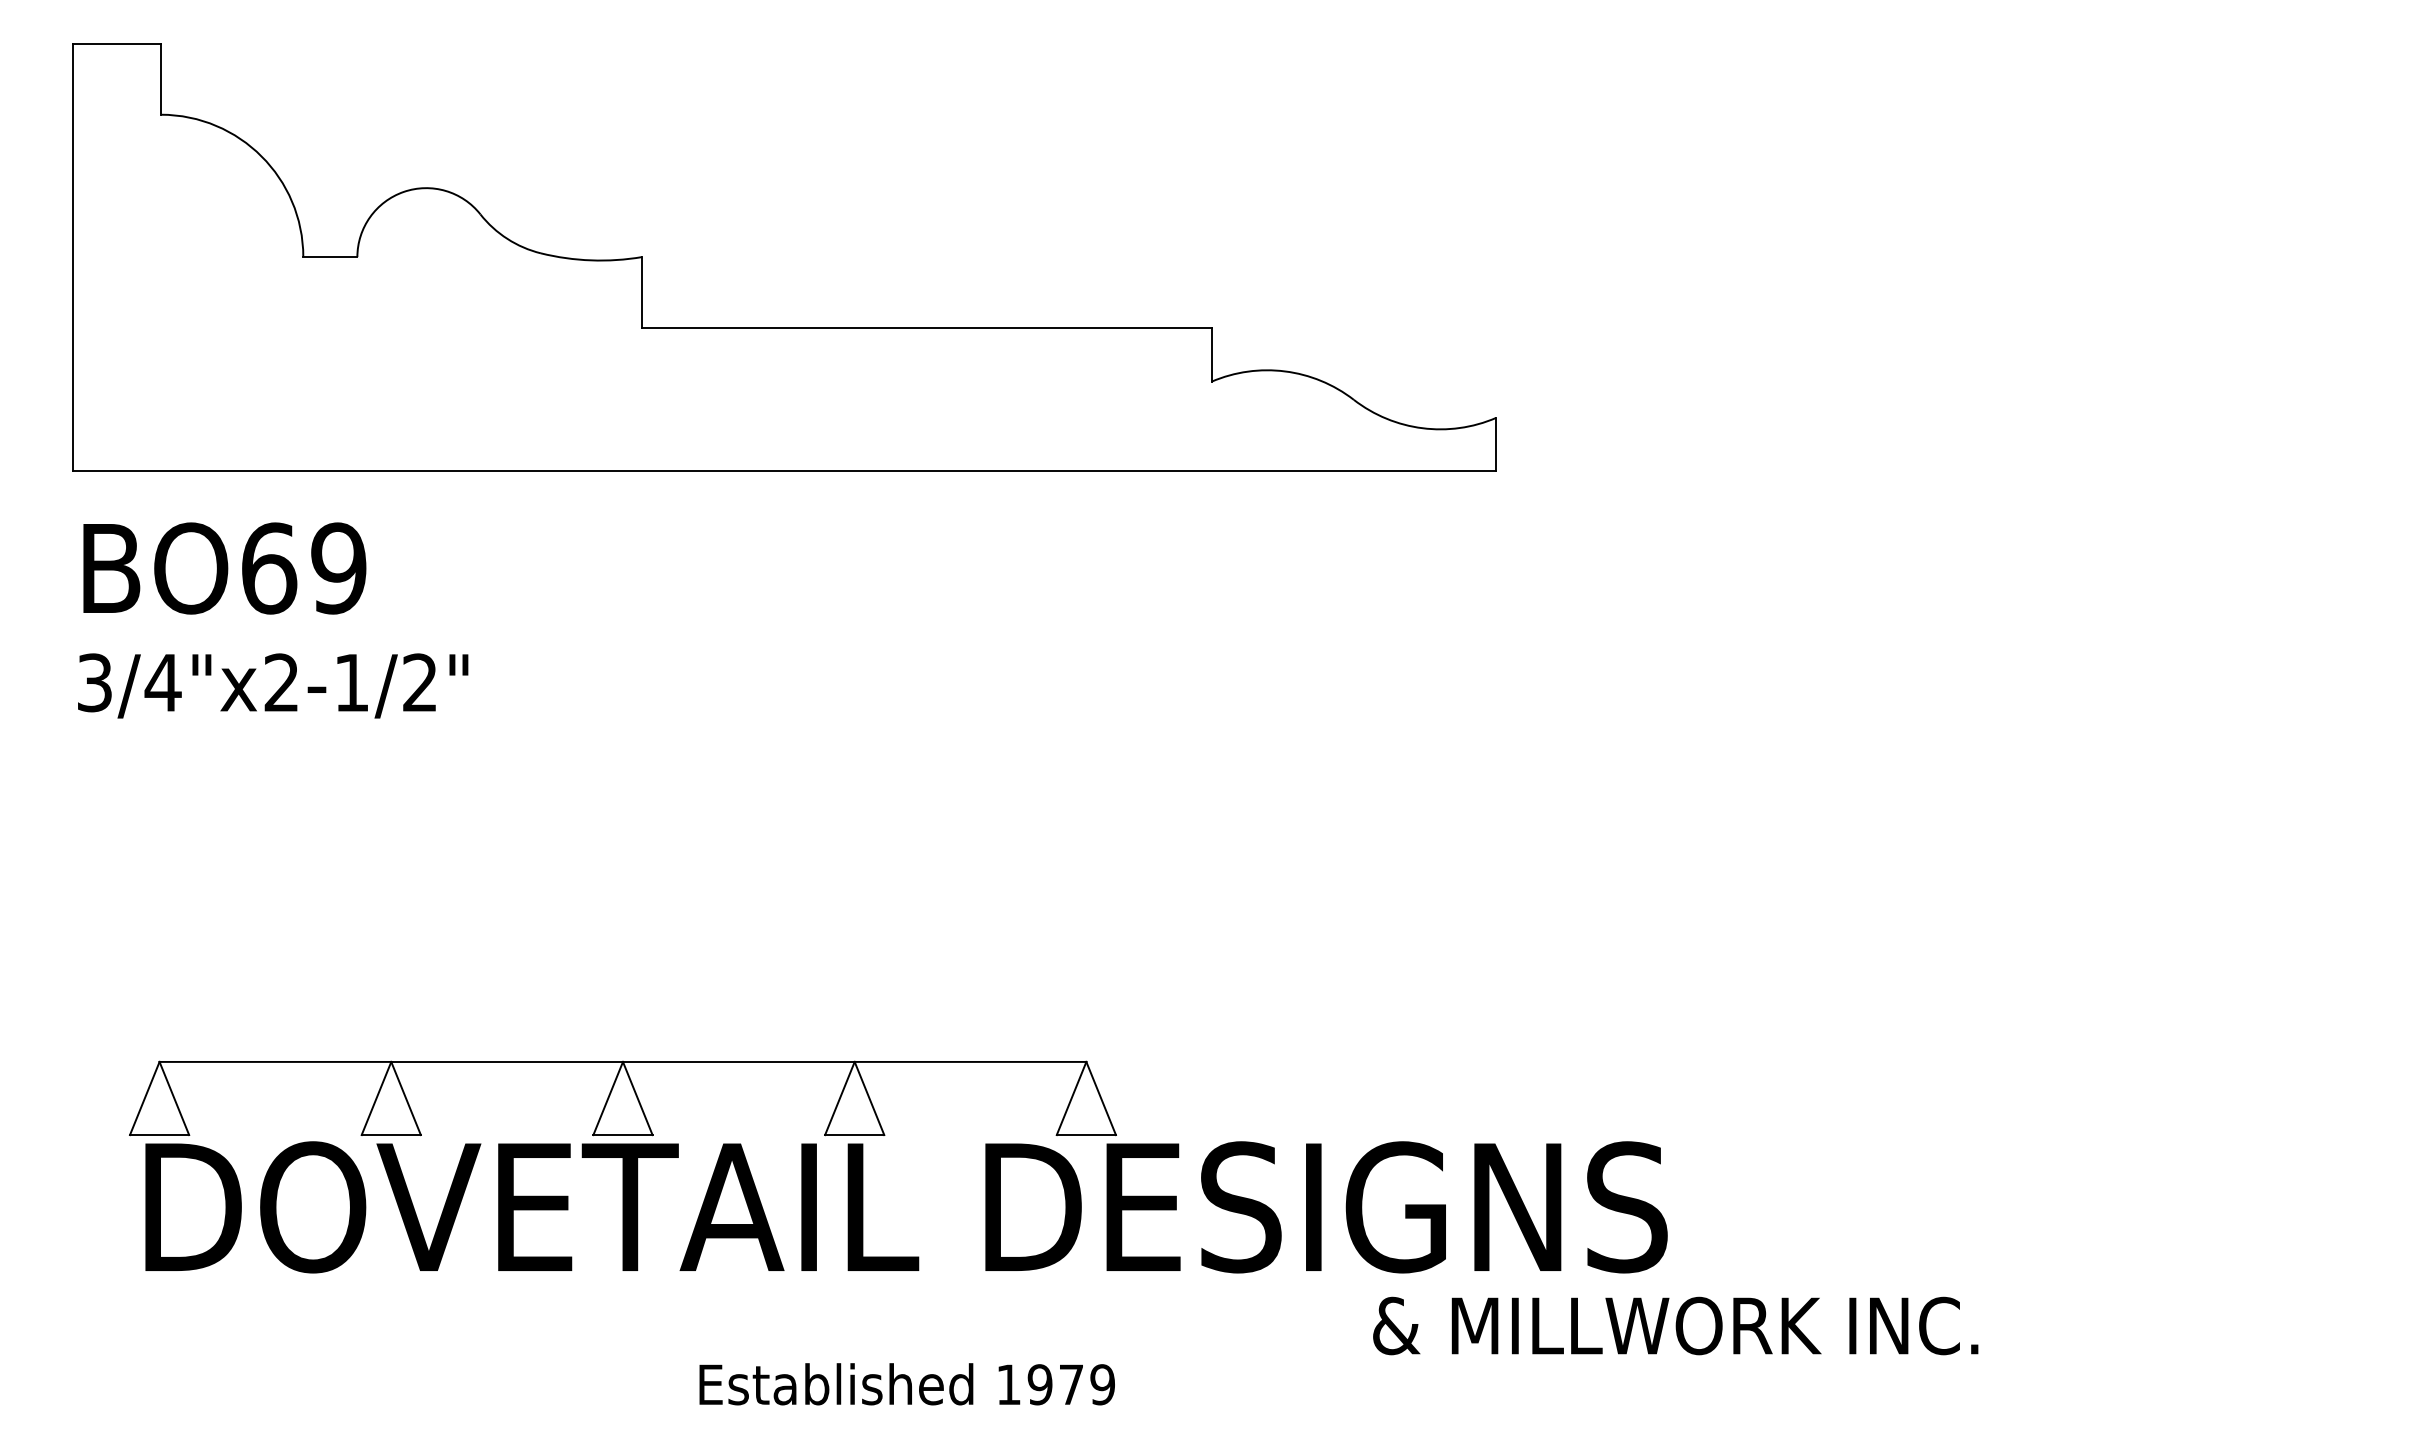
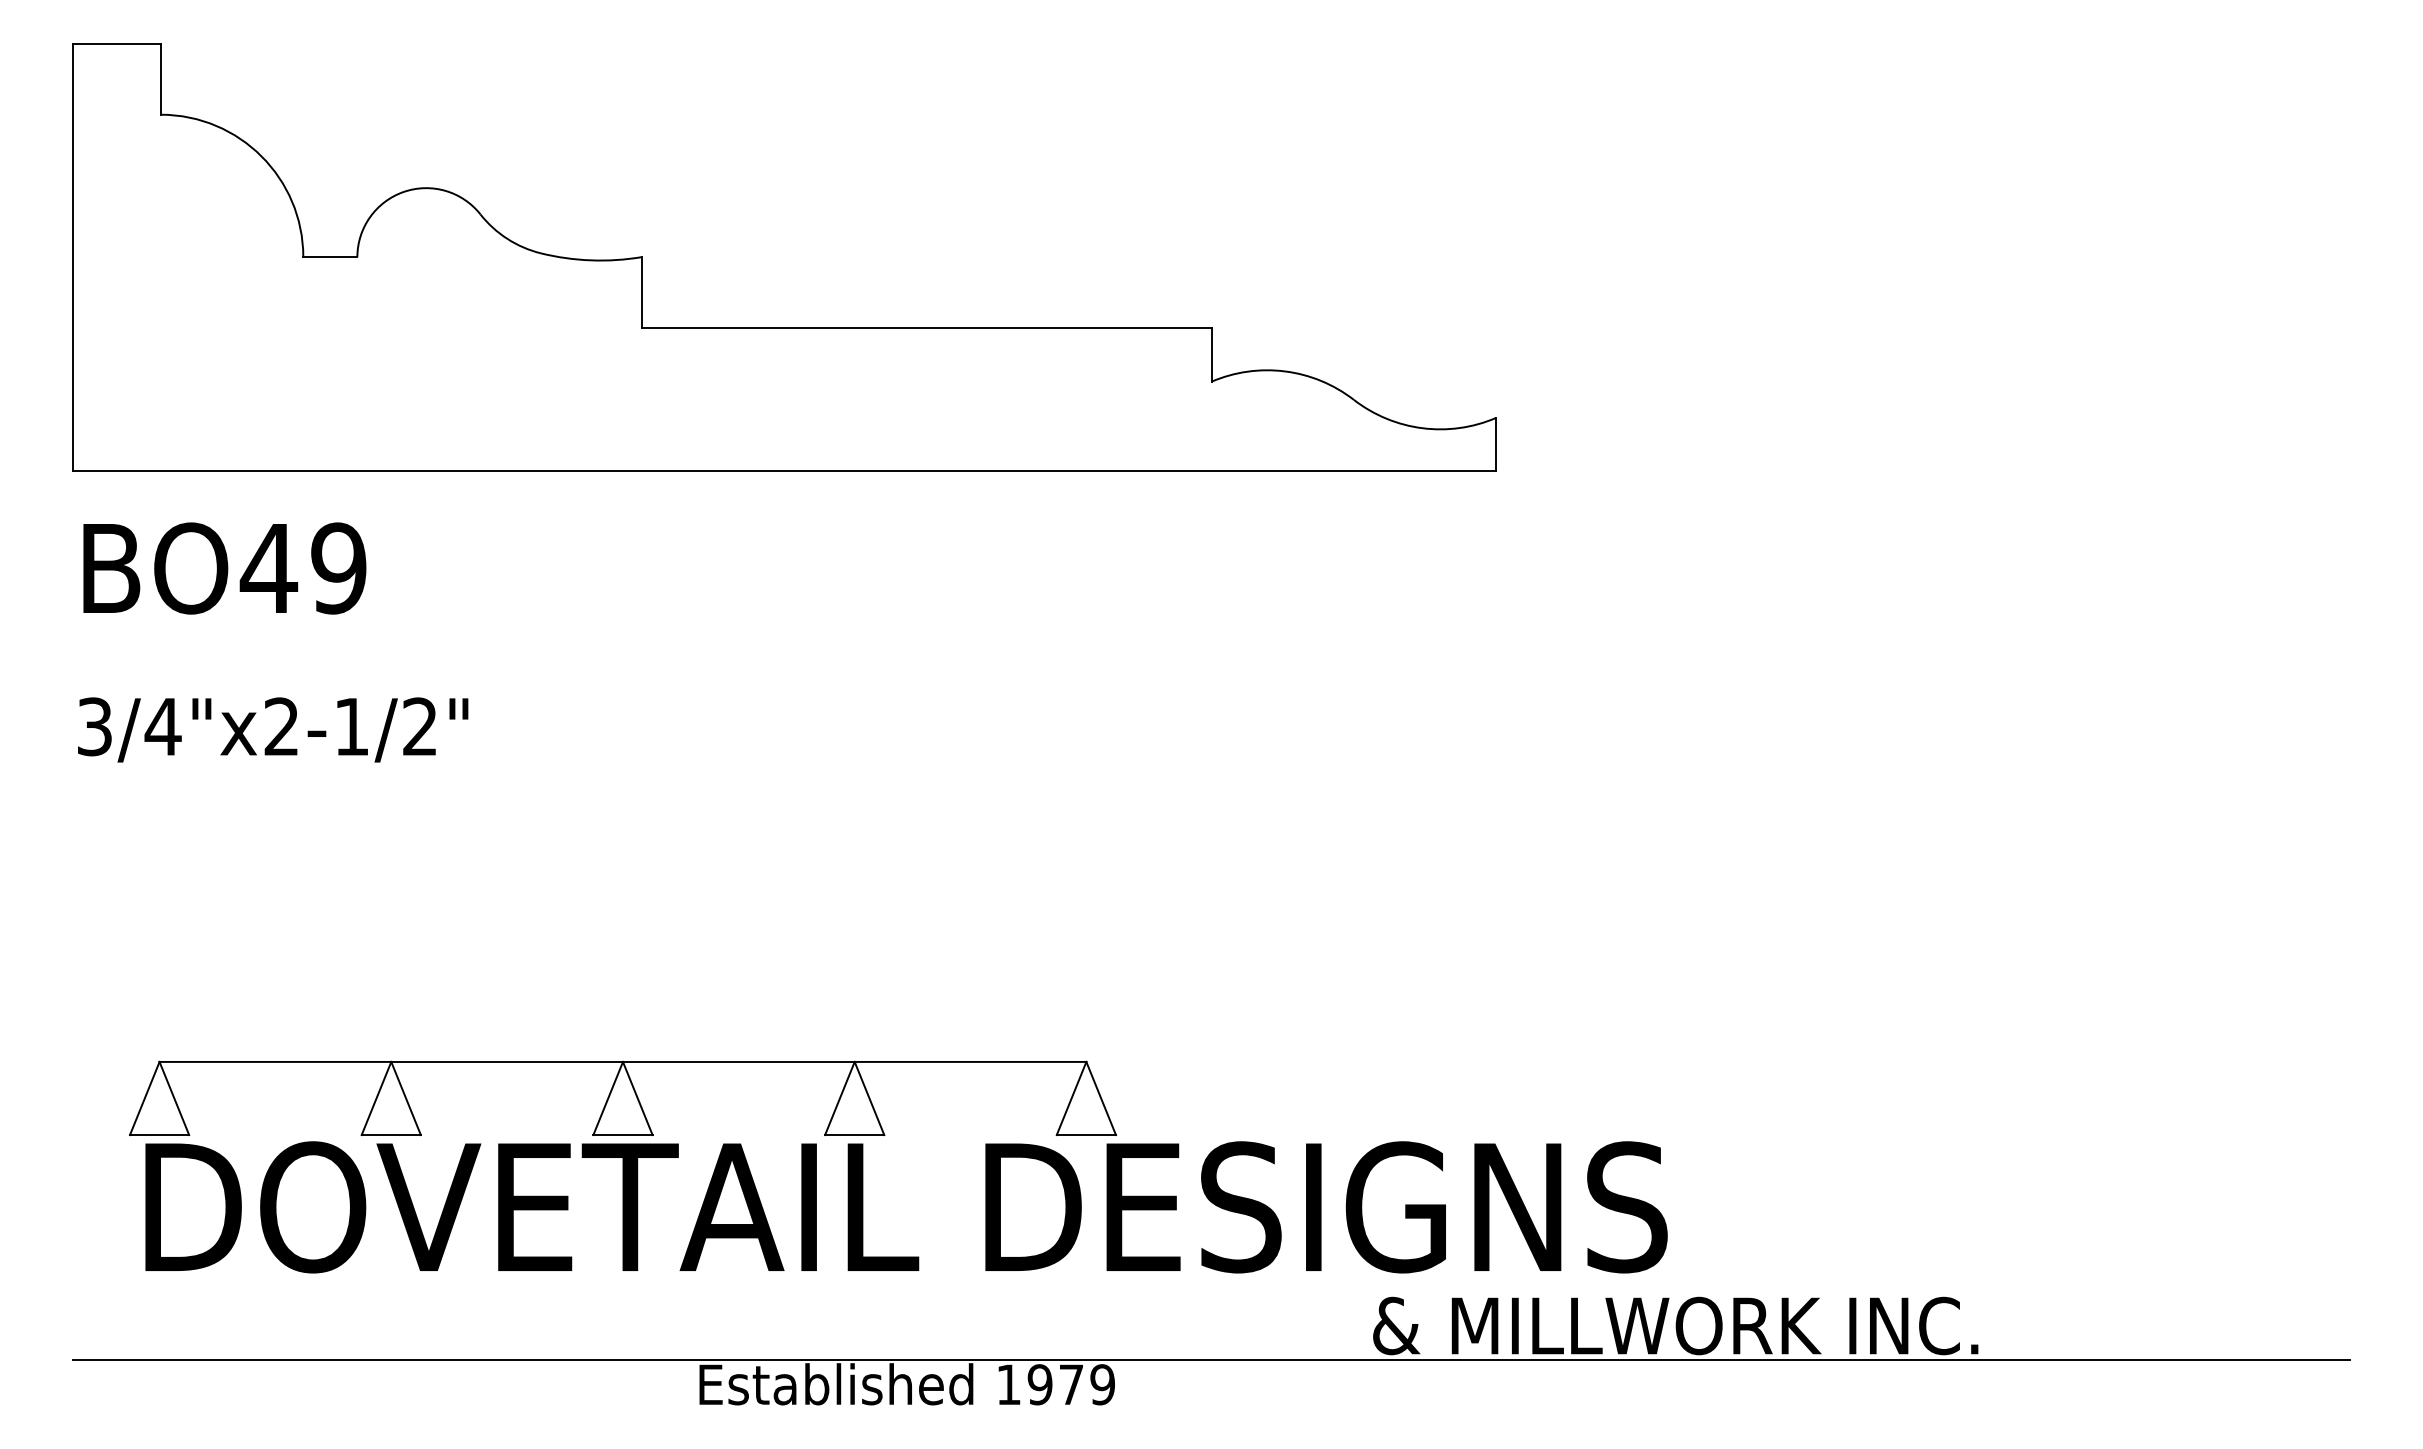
text at (268, 568): BO69 -> BO49
text at (273, 685) position: (273, 685) -> (273, 729)
line at (1211, 1359): none -> present
